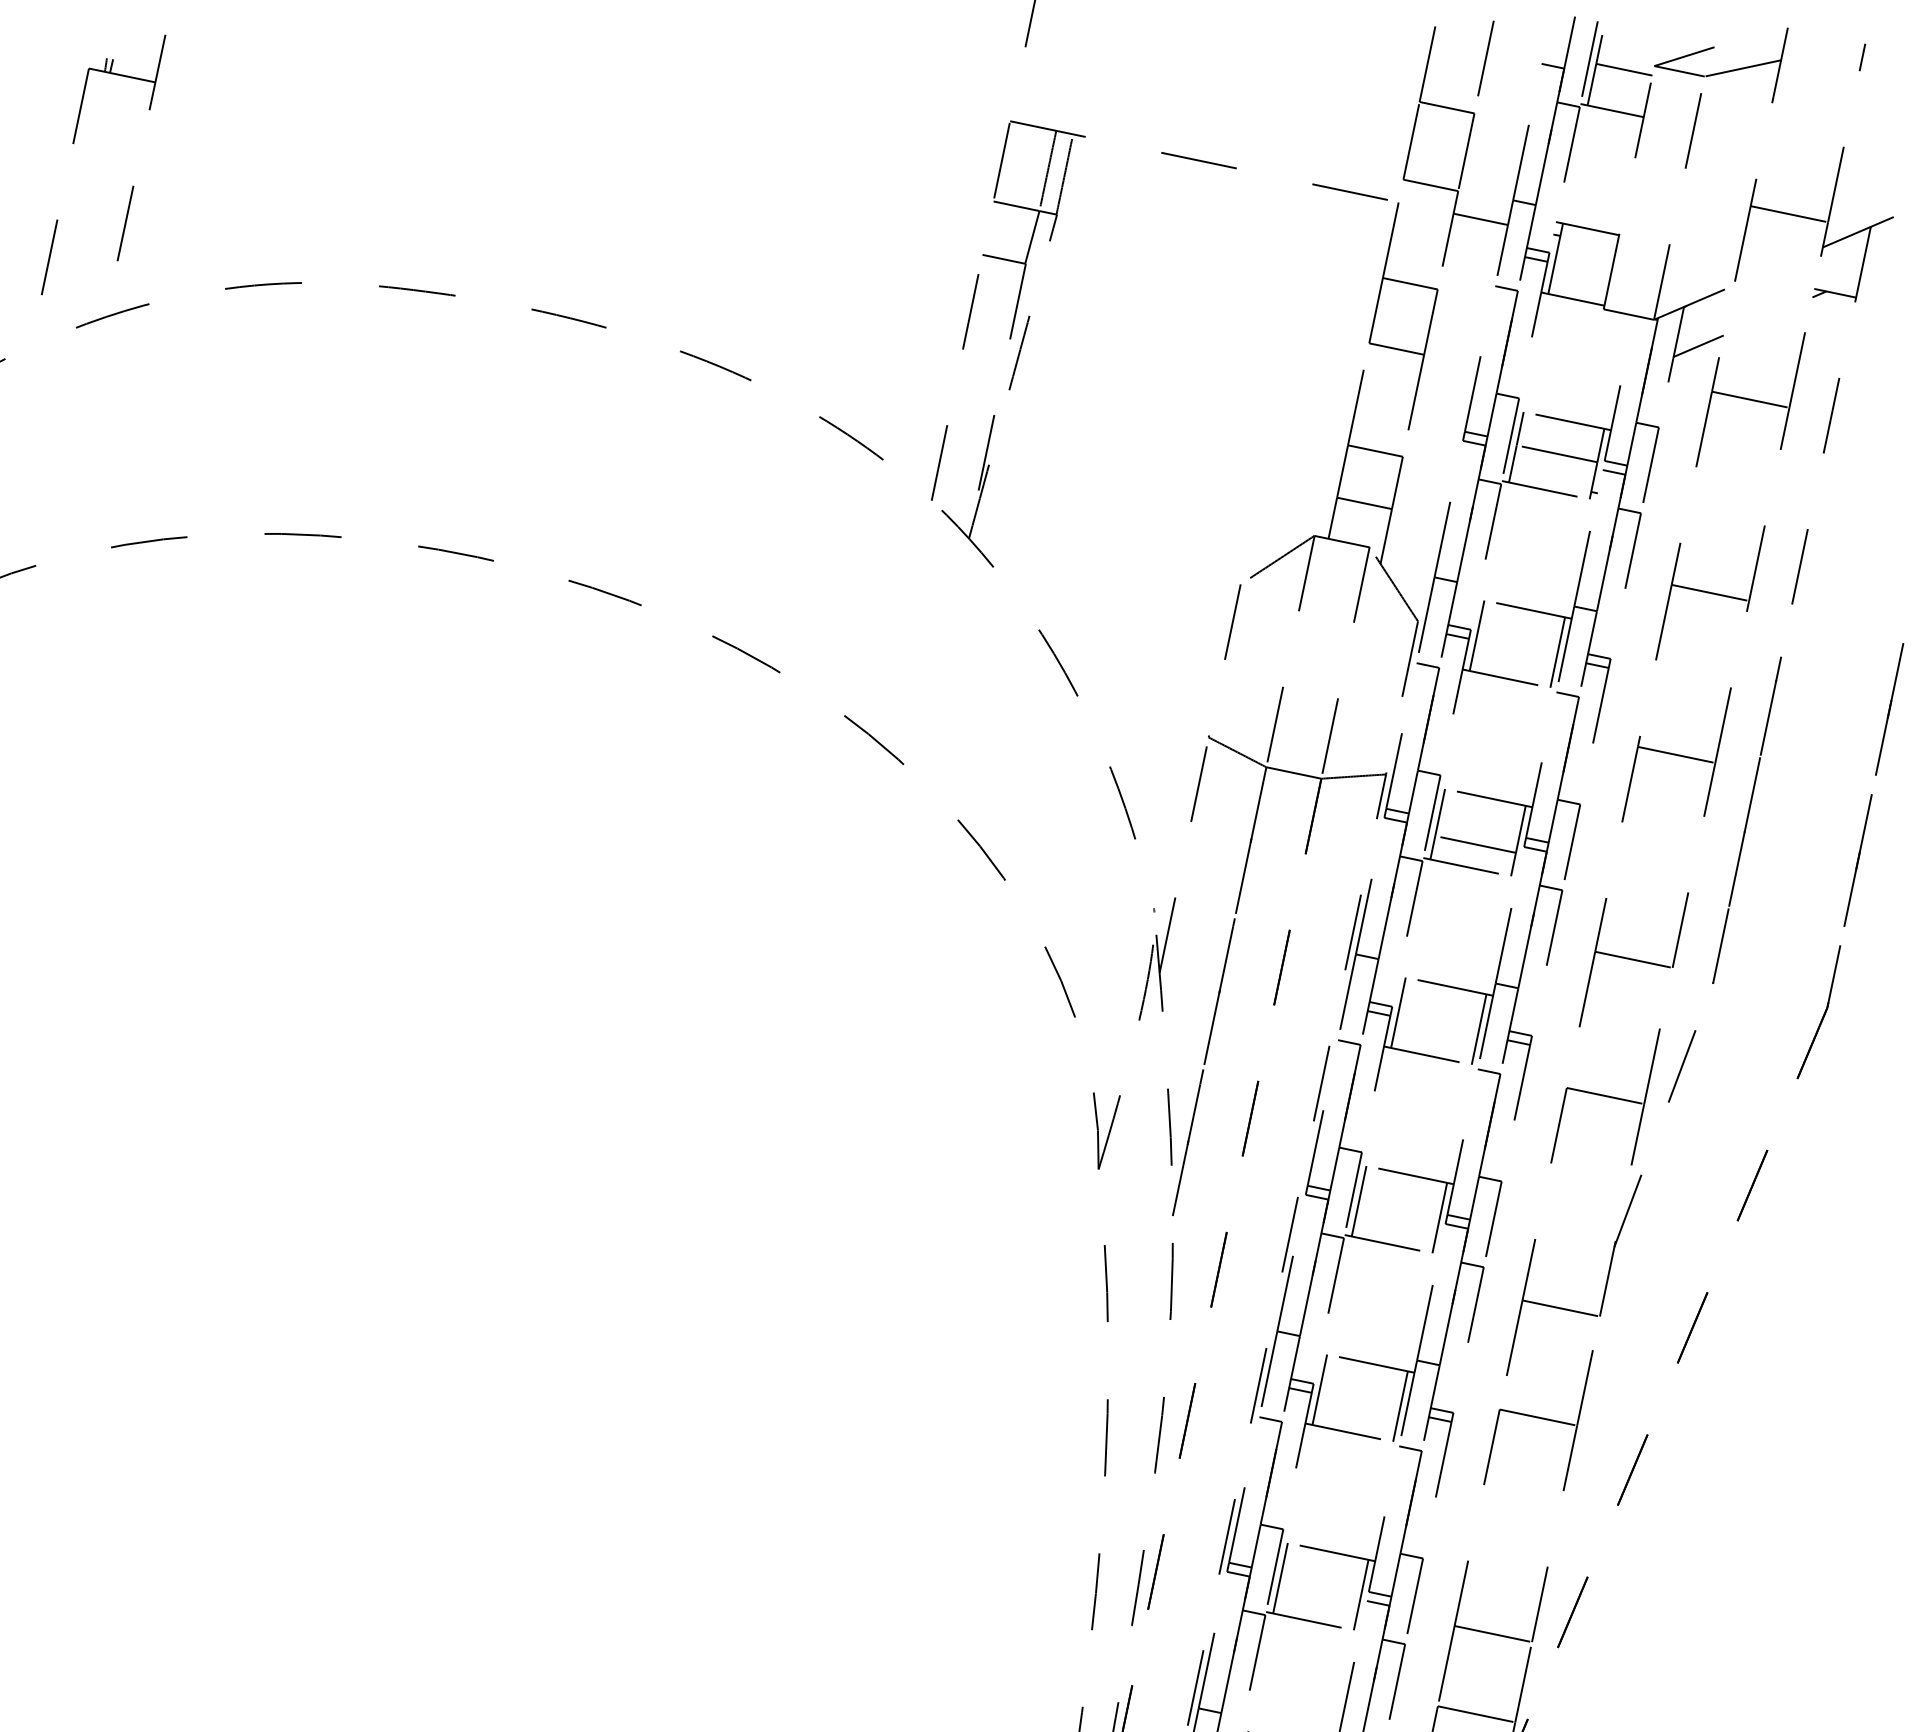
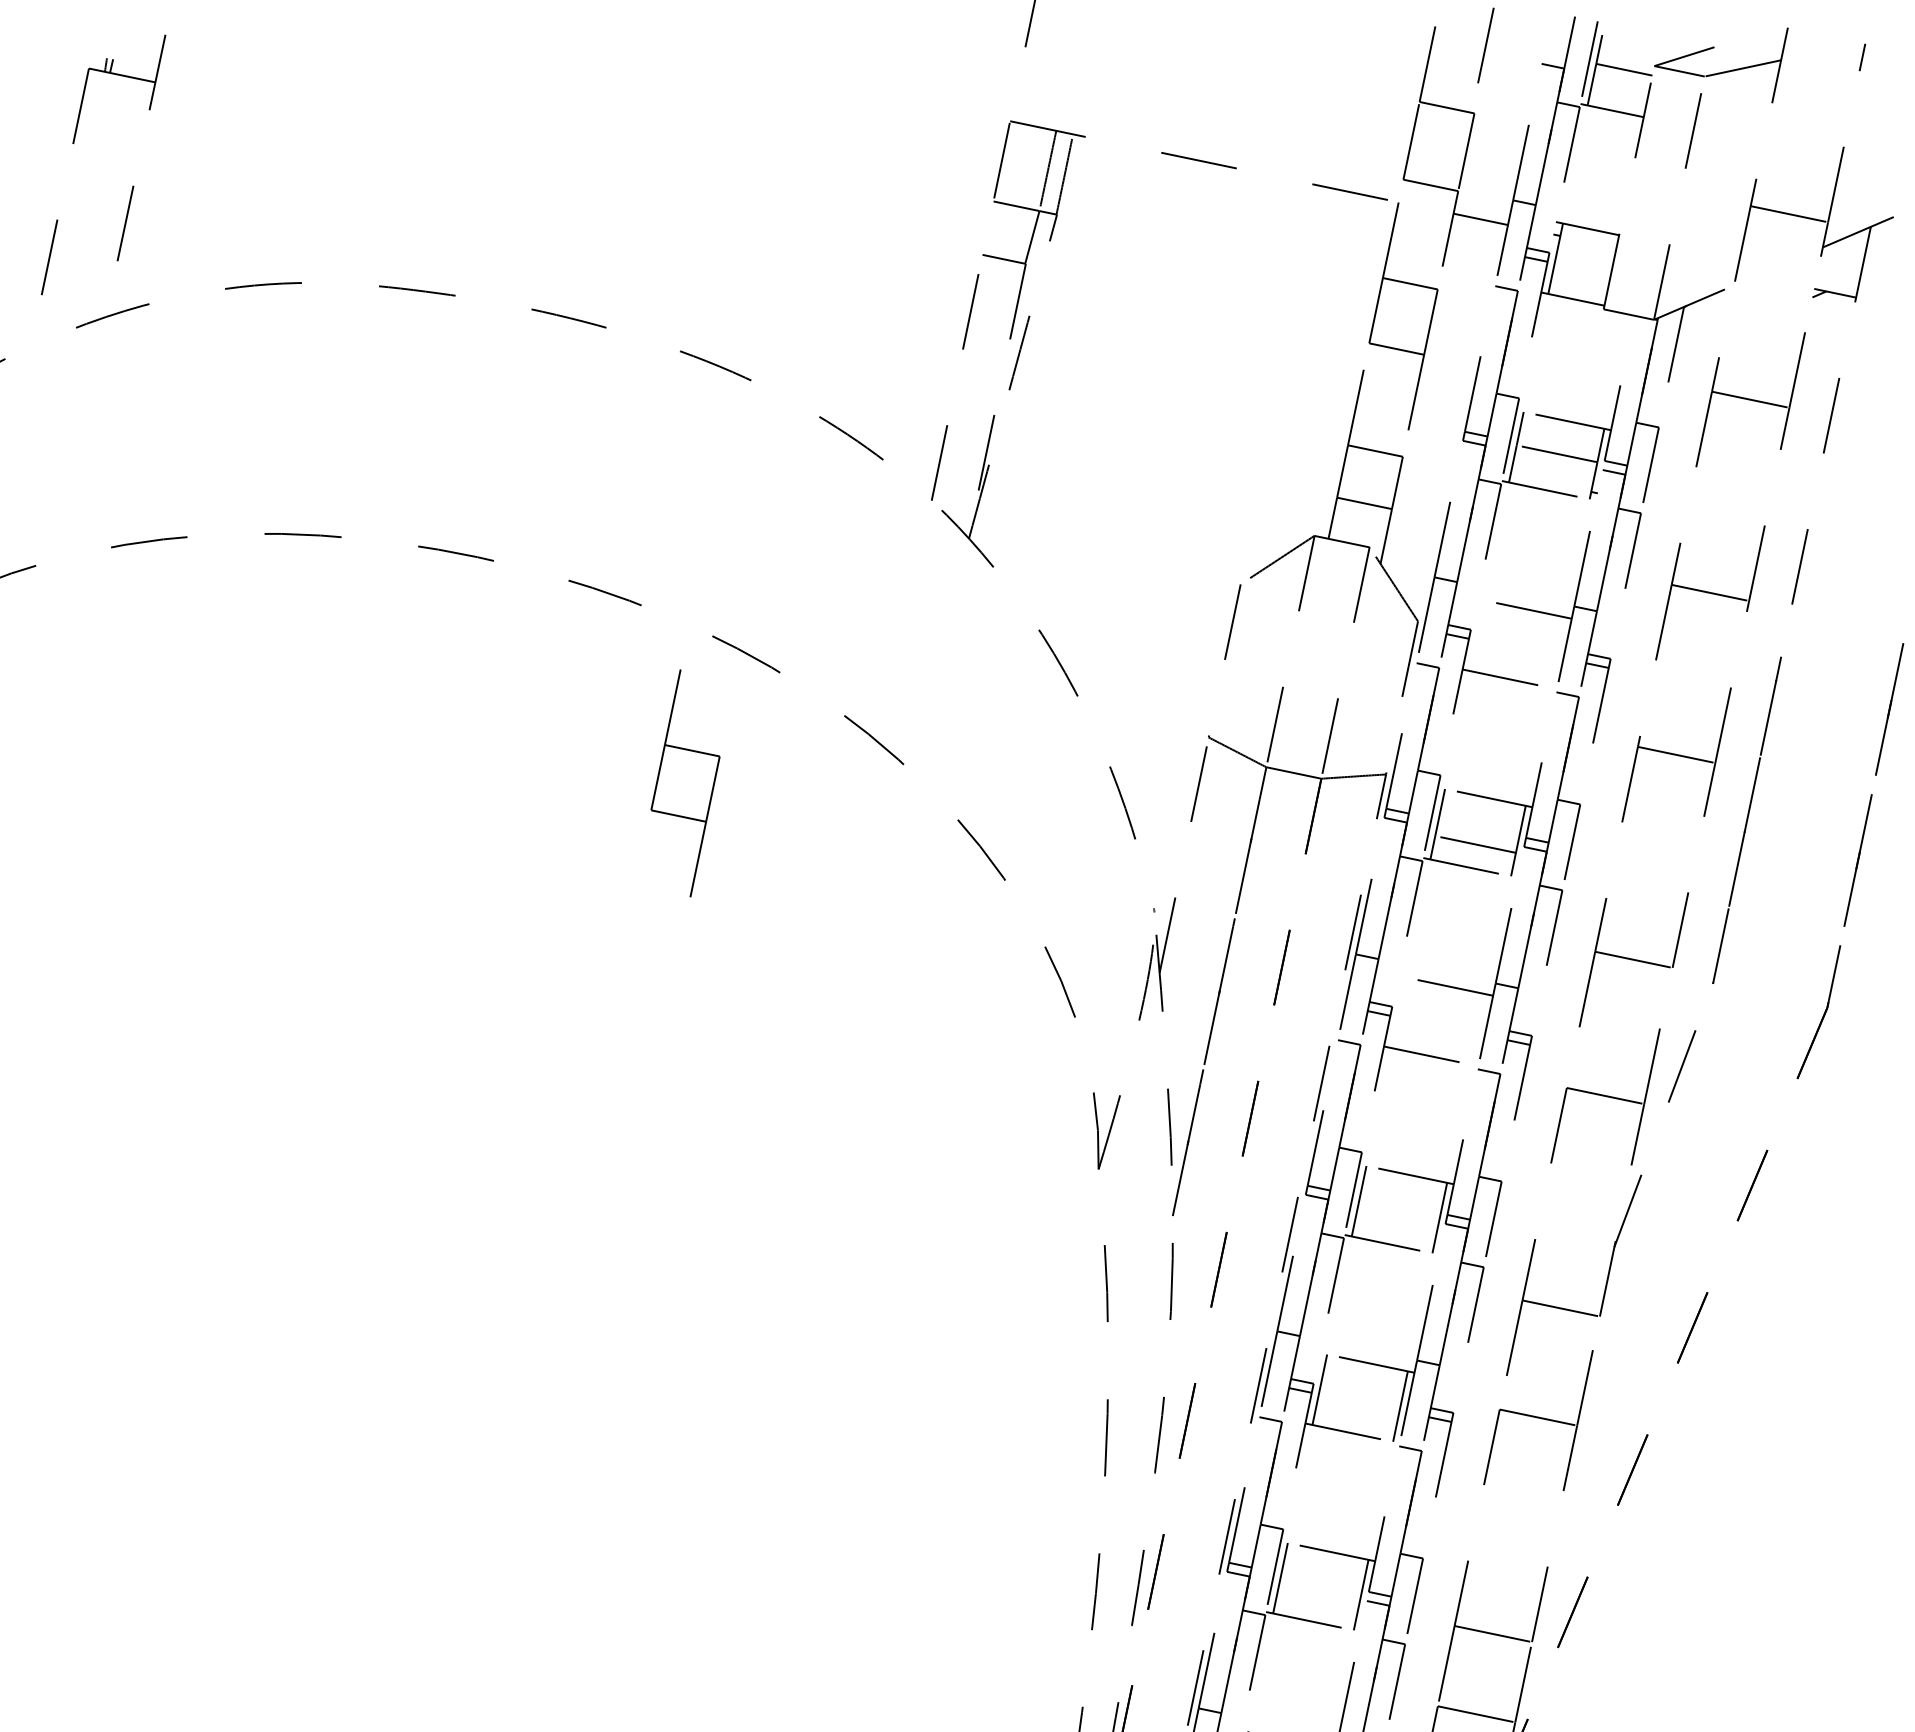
line at (1485, 58) position: (1485, 58) -> (1485, 45)
line at (1698, 345): present -> none
line at (1476, 635): present -> none
line at (1557, 652): present -> none
part at (685, 783): none -> present
line at (1398, 1012): present -> none
line at (1478, 1029): present -> none
